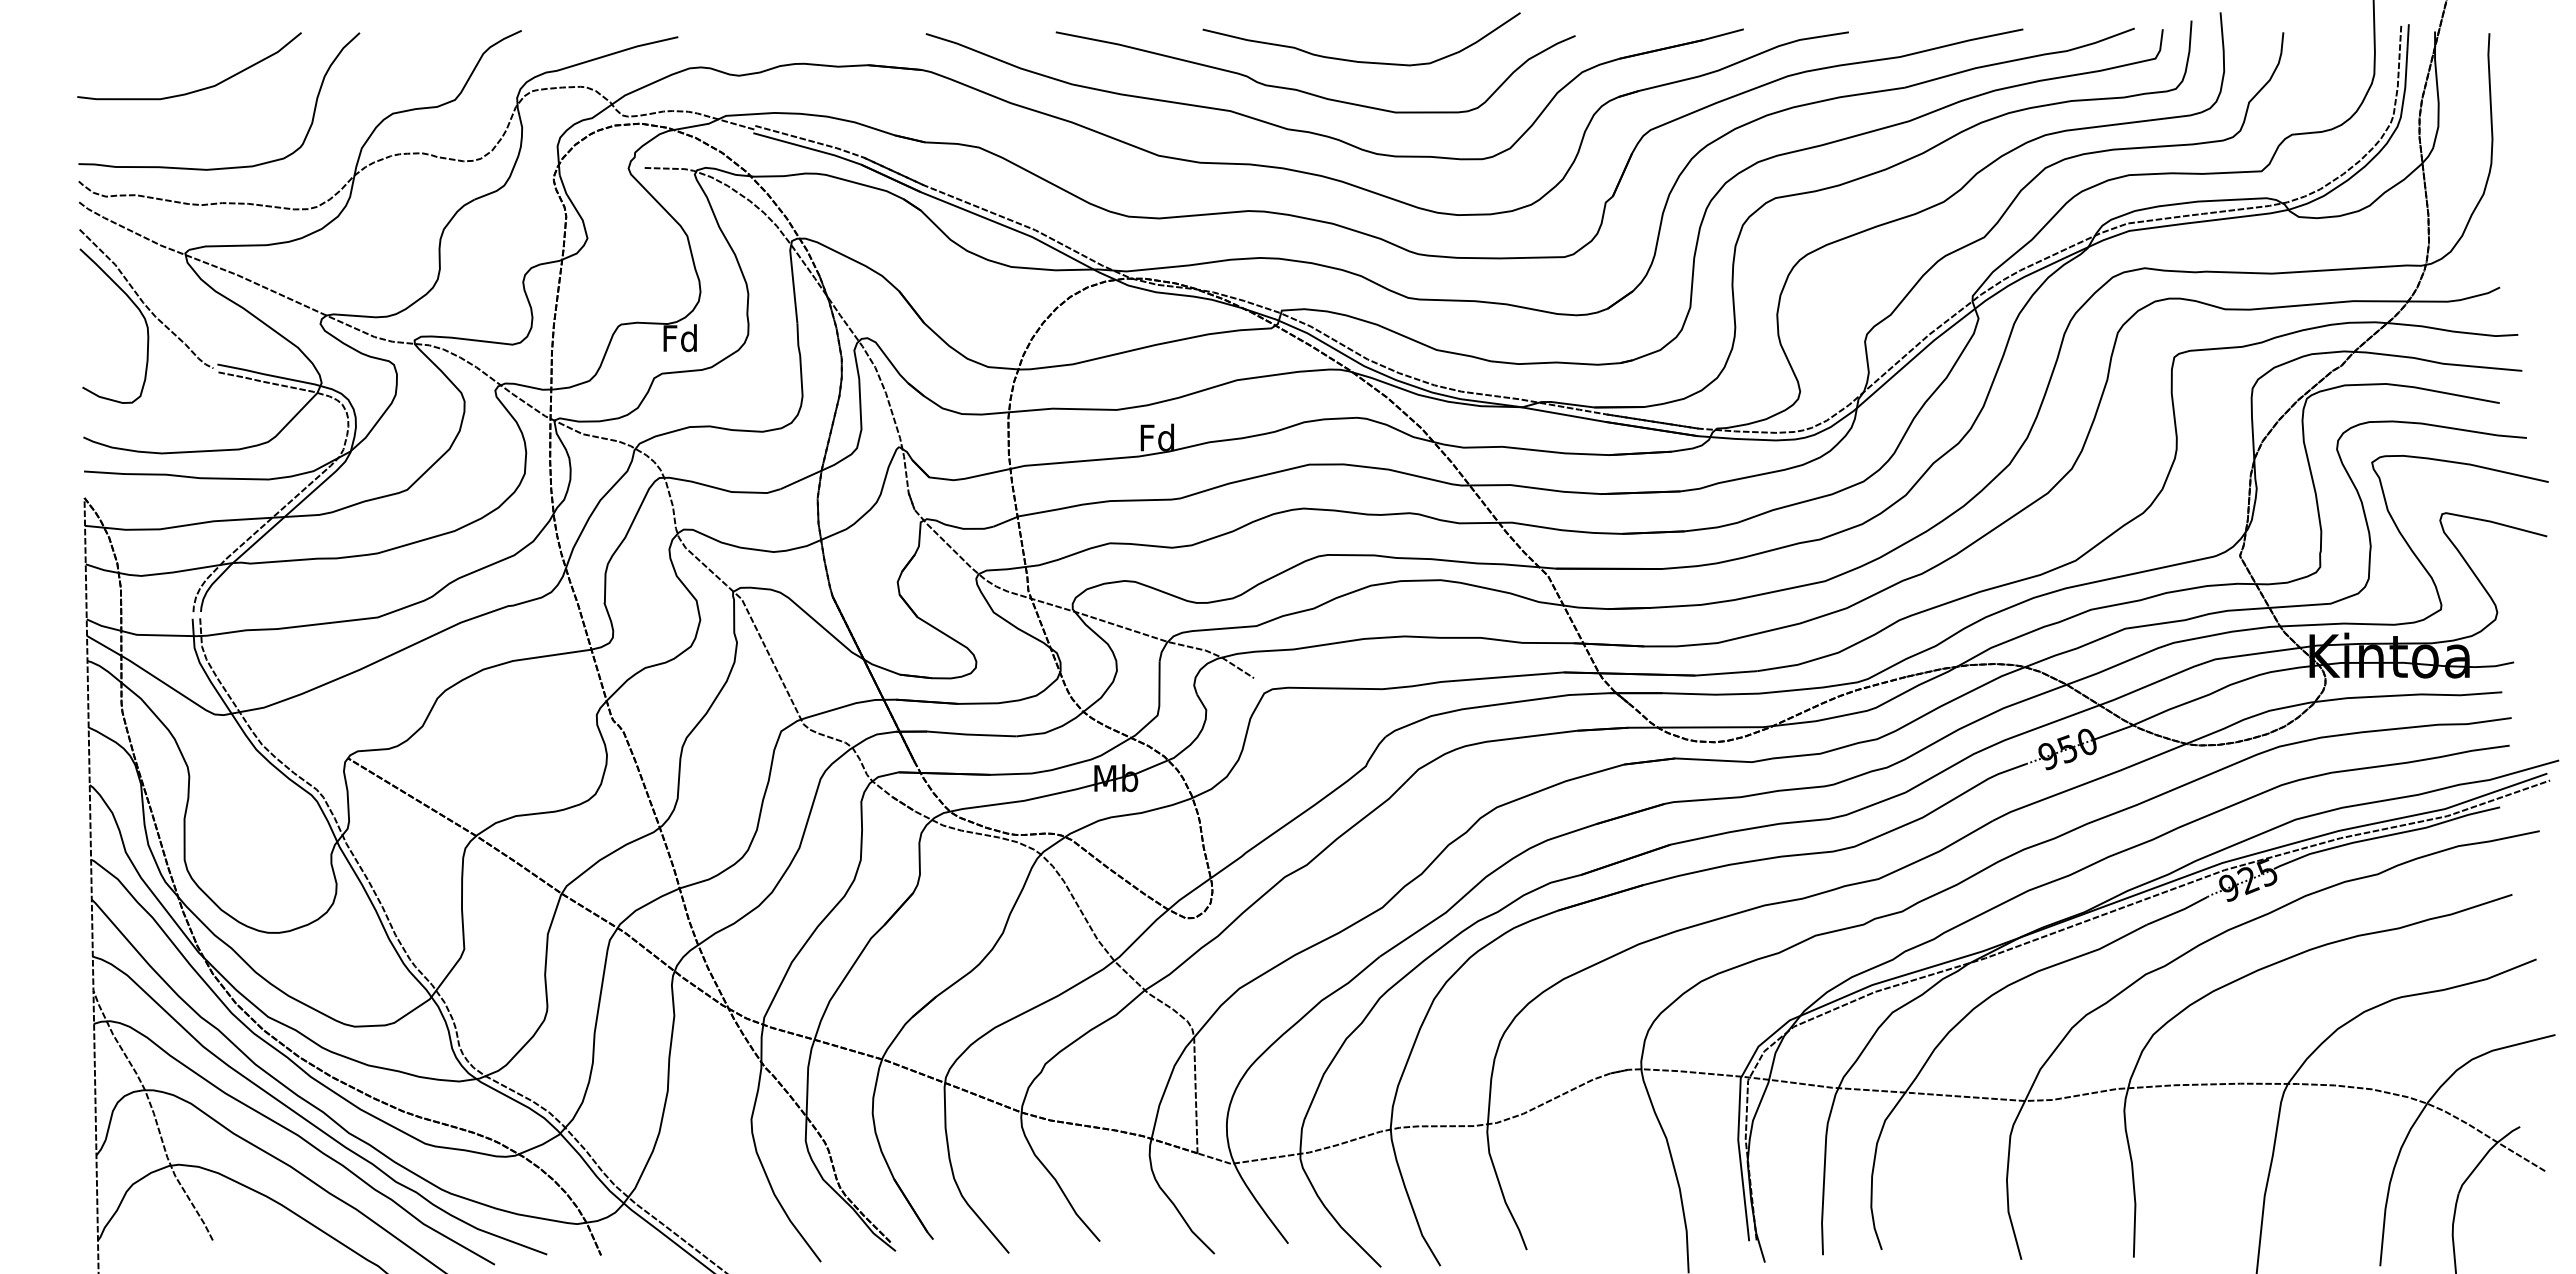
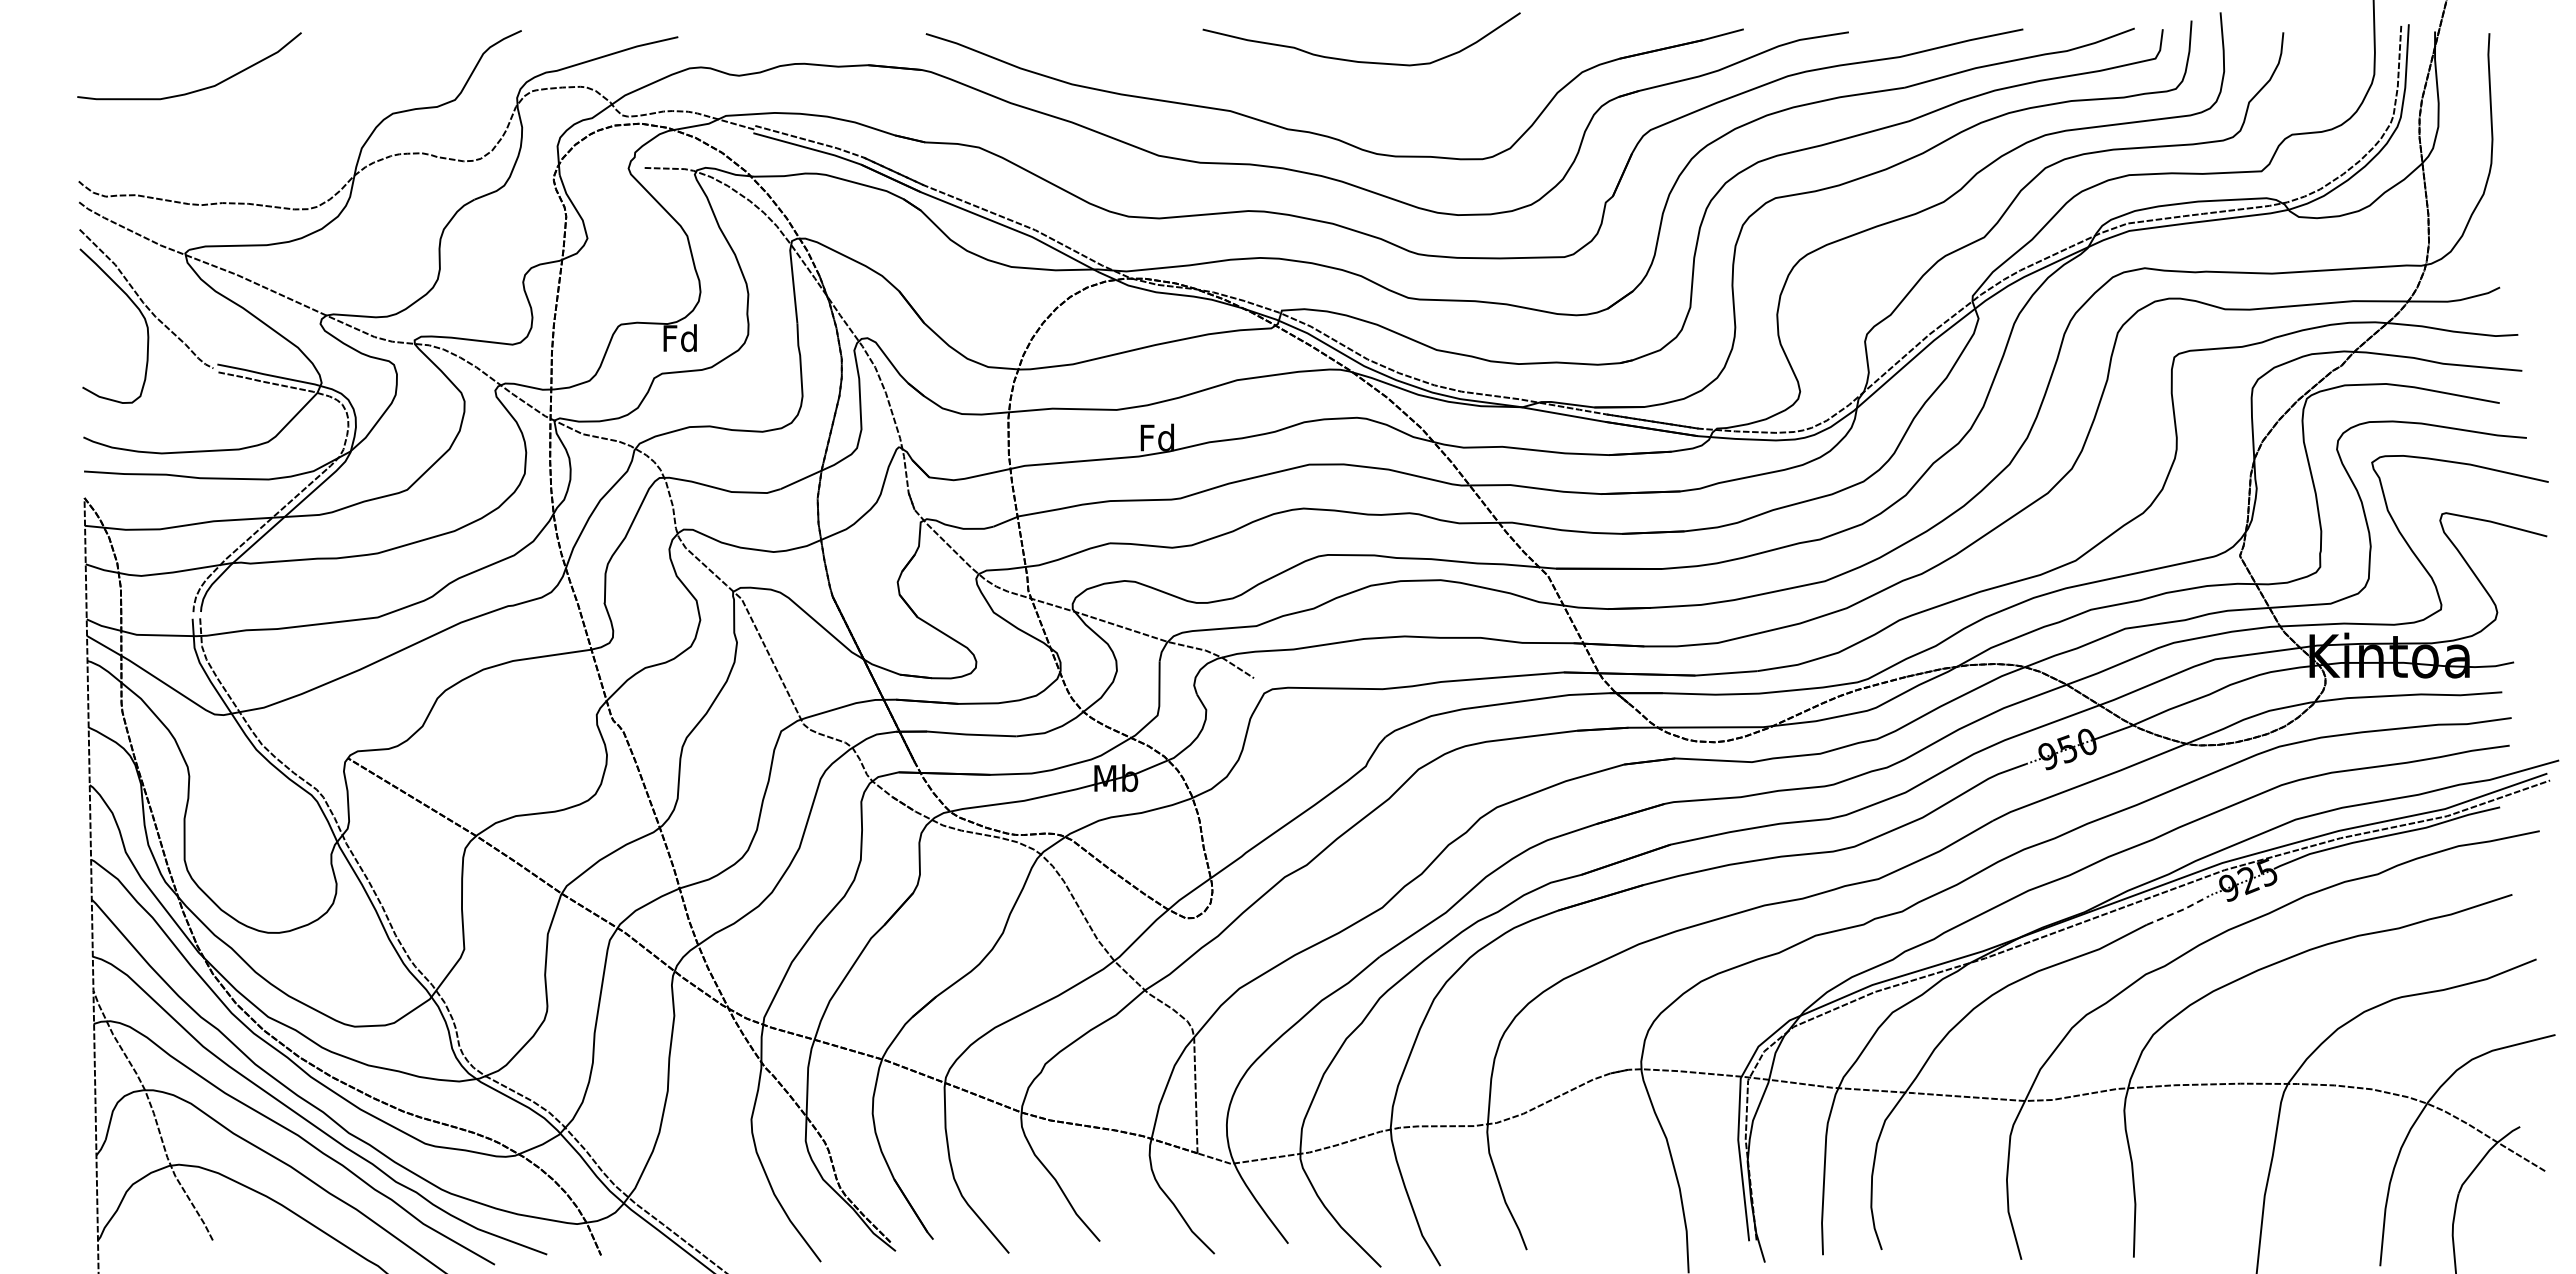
curve at (1309, 92): present -> none
curve at (220, 167): present -> none
line at (2178, 911): solid -> dashed
